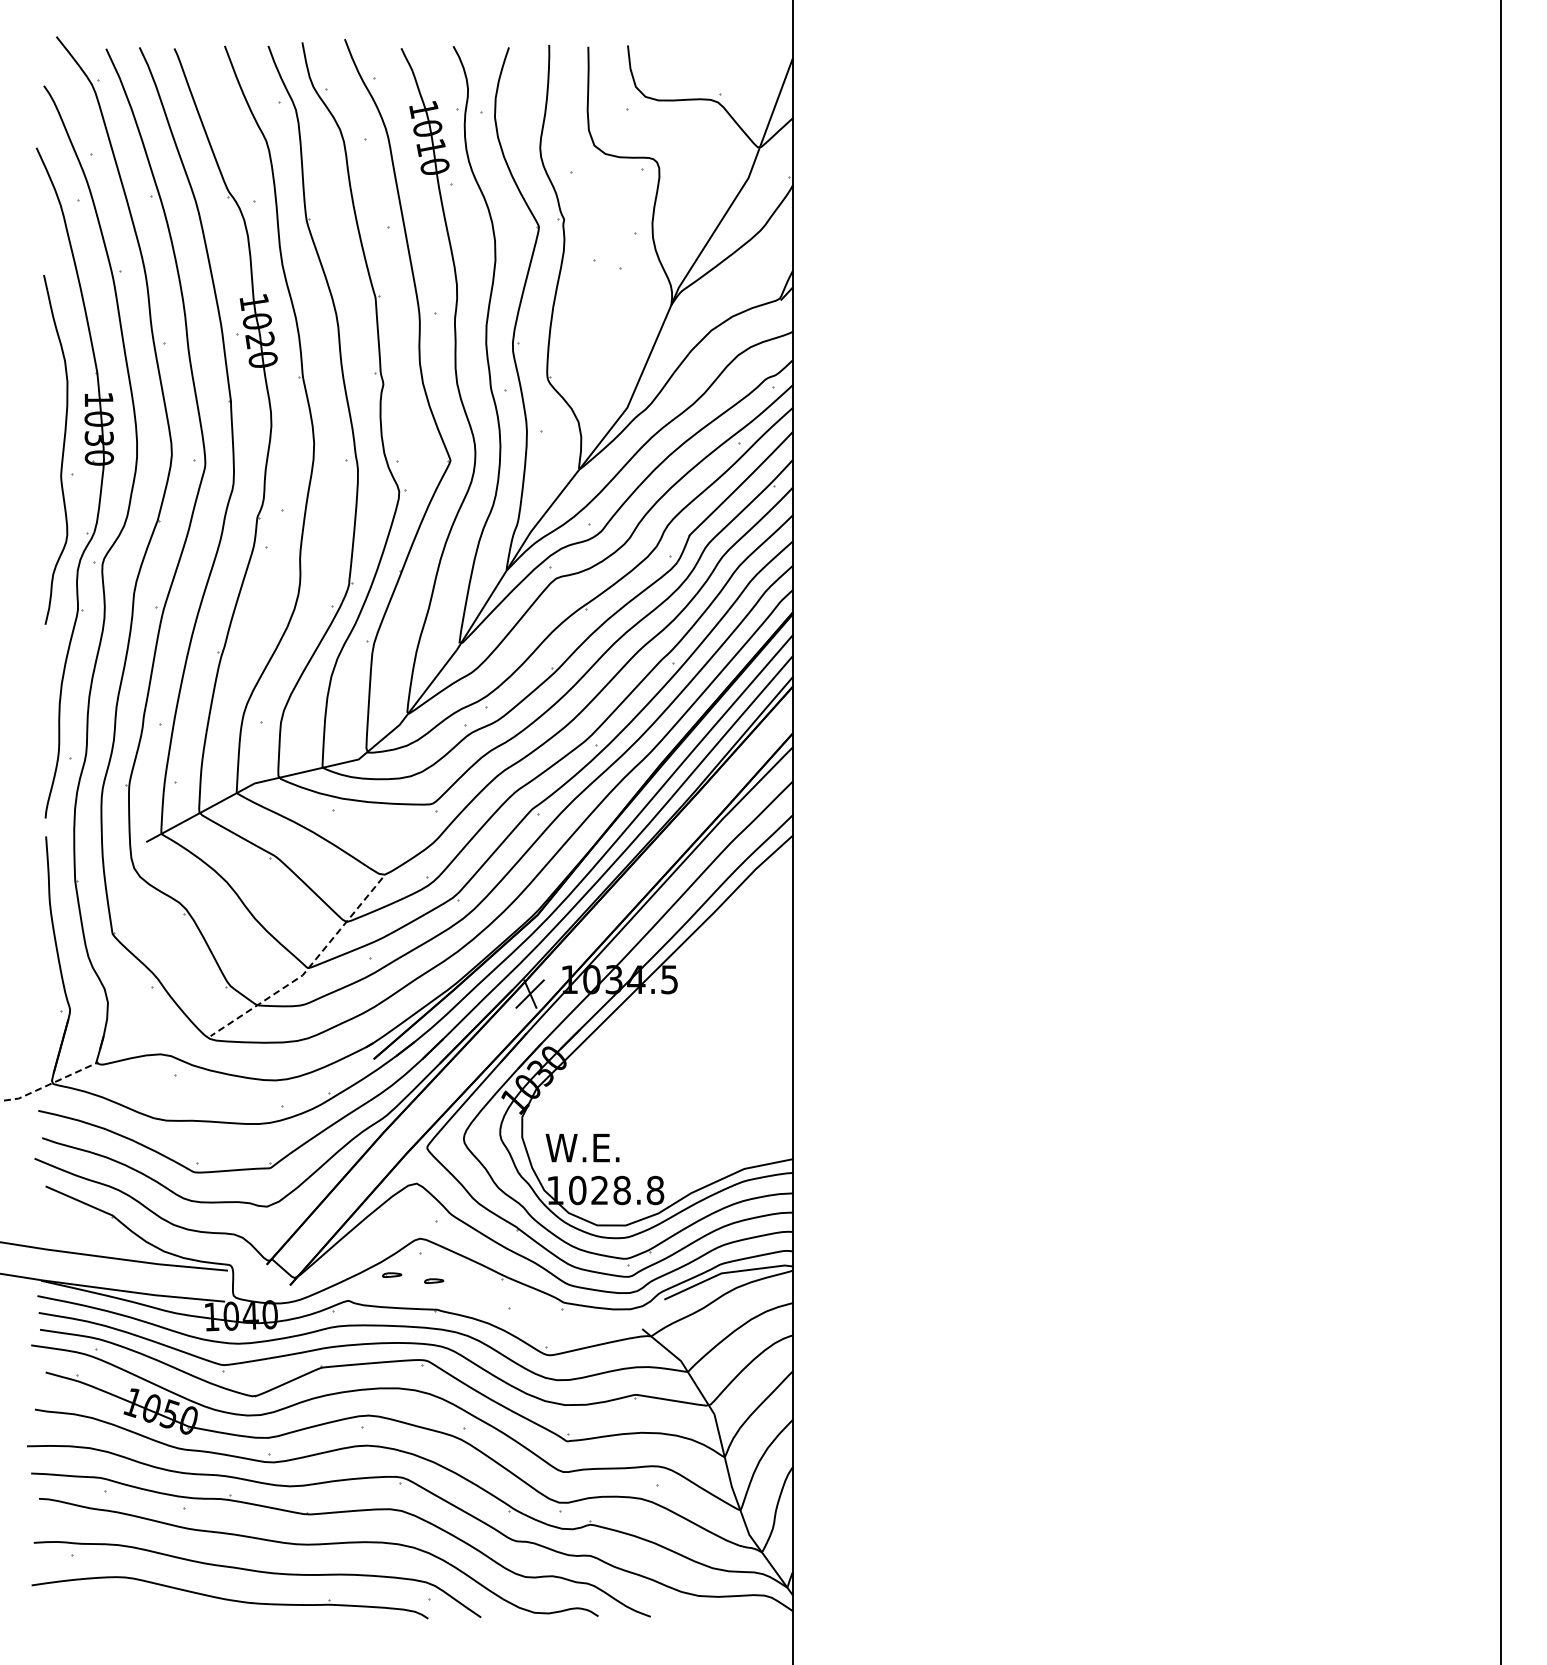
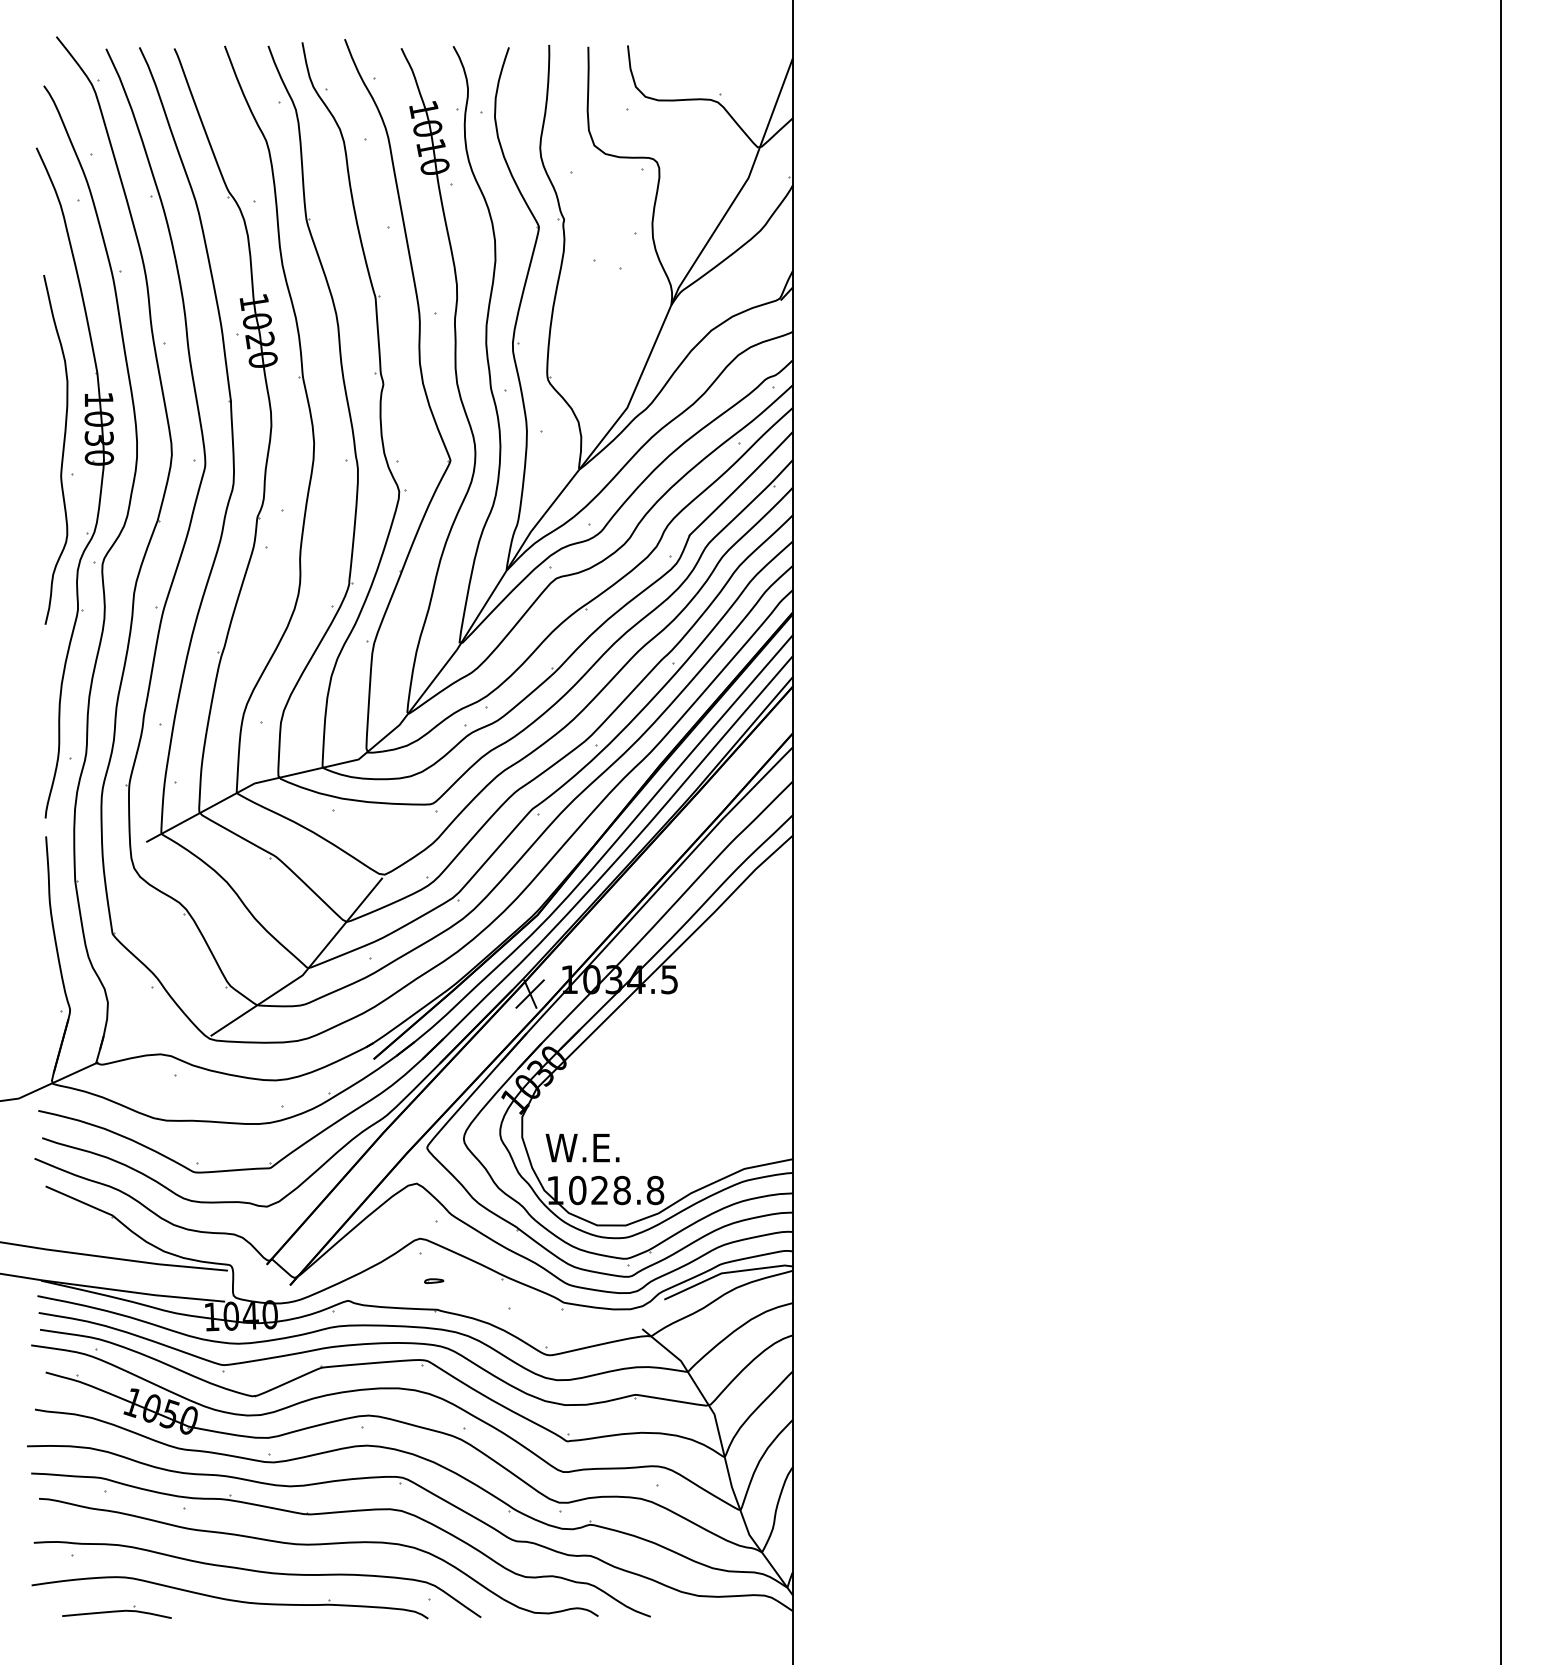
line at (307, 970): dashed -> solid
line at (50, 1084): dashed -> solid
part at (392, 1274): present -> none
part at (116, 1611): none -> present
